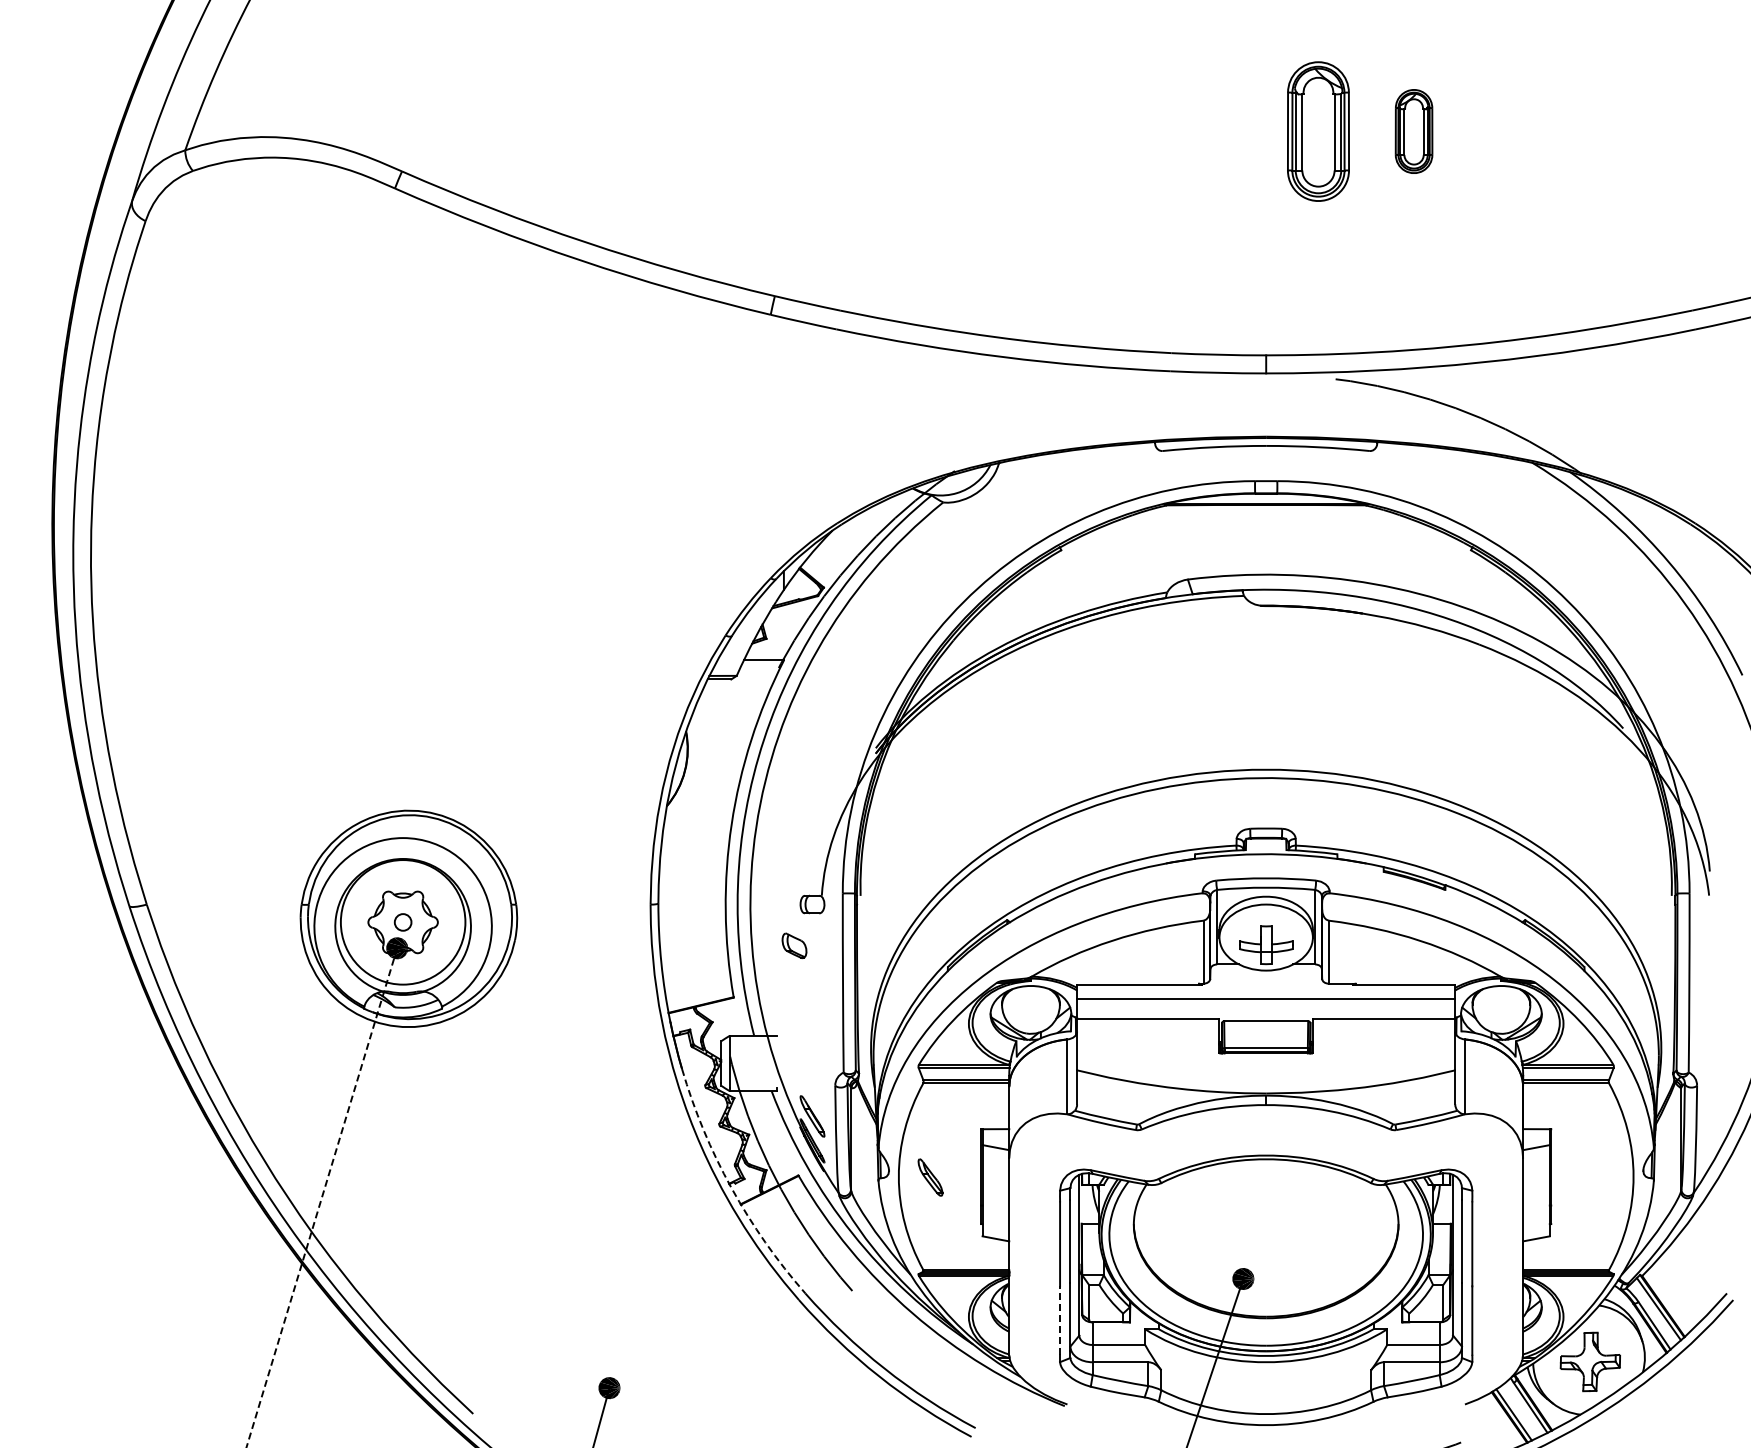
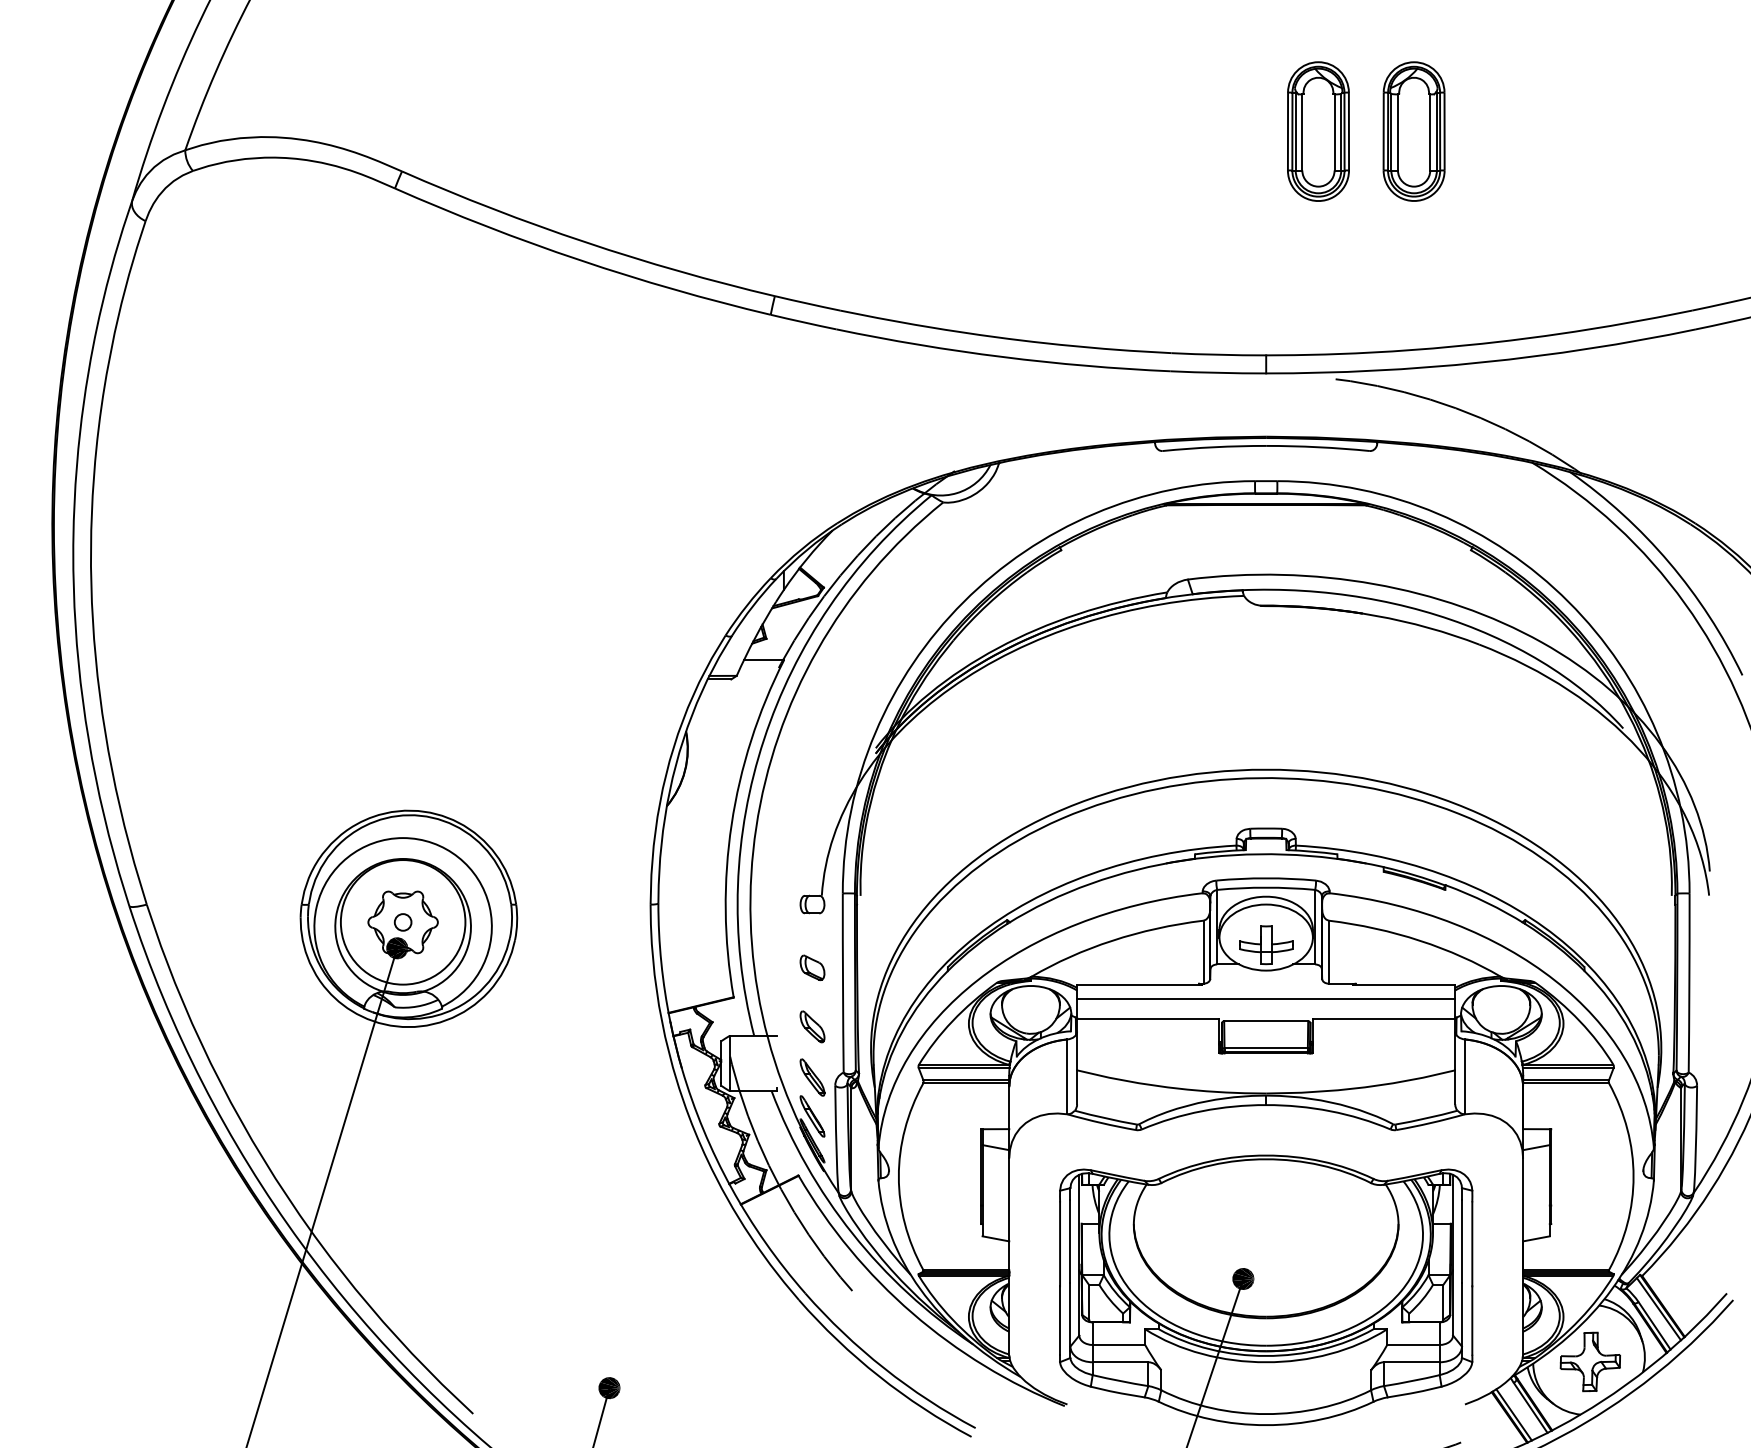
part at (1413, 131) size: 40x85 px -> 64x141 px
part at (794, 945) position: (794, 945) -> (812, 967)
part at (812, 1026): none -> present
part at (930, 1177) position: (930, 1177) -> (812, 1077)
arc at (731, 1188): dashed -> solid
line at (321, 1198): dashed -> solid
line at (1060, 1320): dashed -> solid
